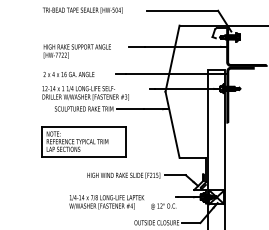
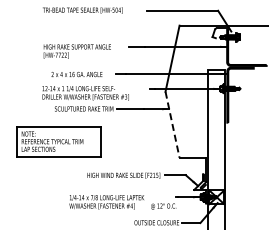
text at (68, 74) position: (68, 74) -> (76, 74)
line at (172, 124): solid -> dashed
part at (83, 141) position: (83, 141) -> (58, 141)
